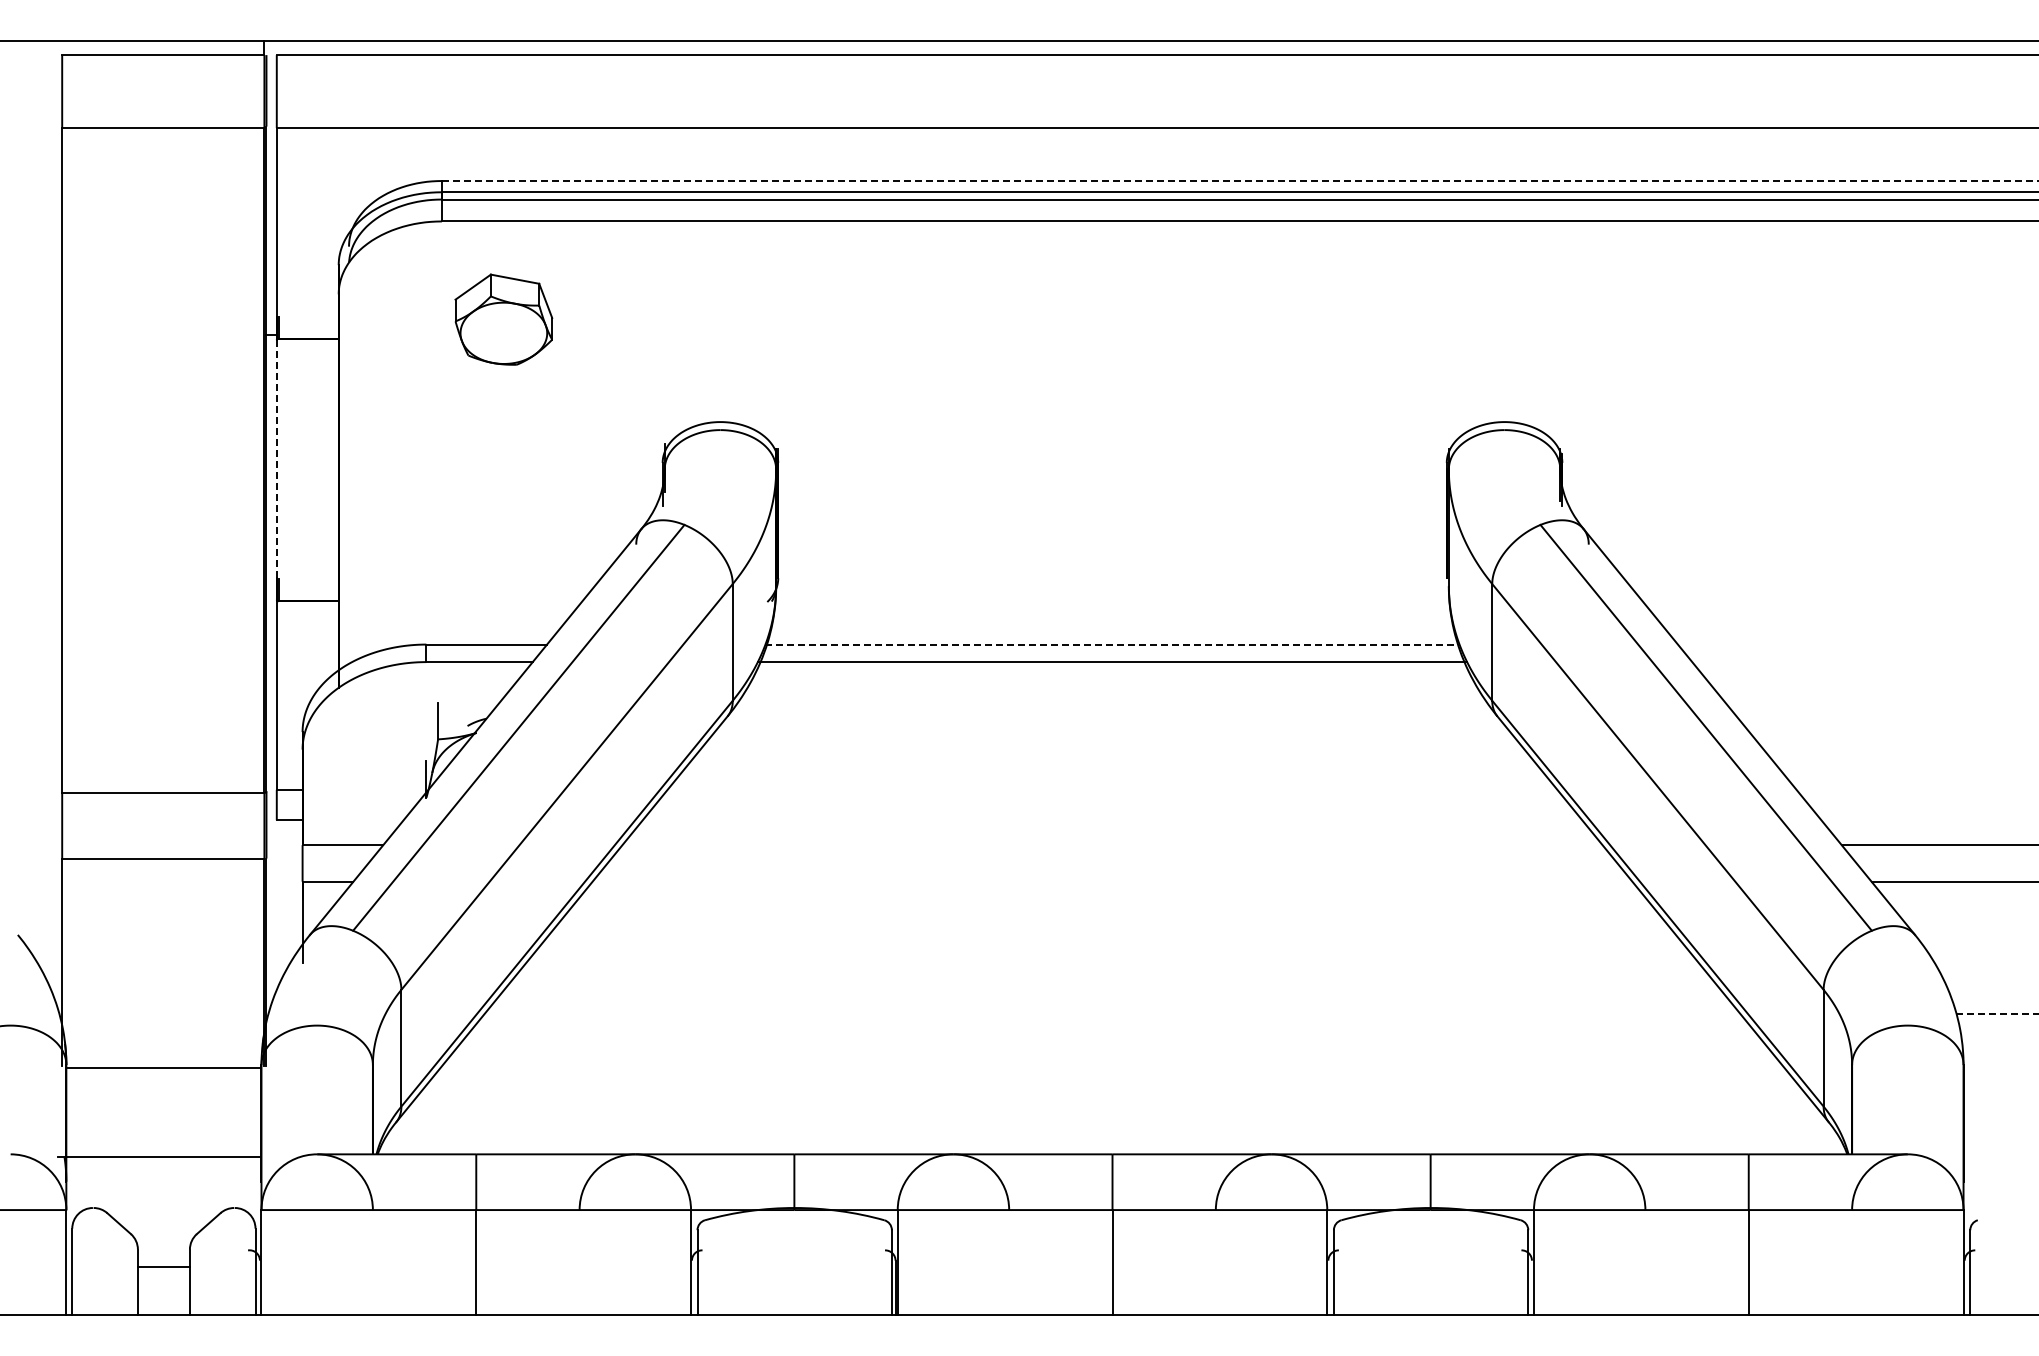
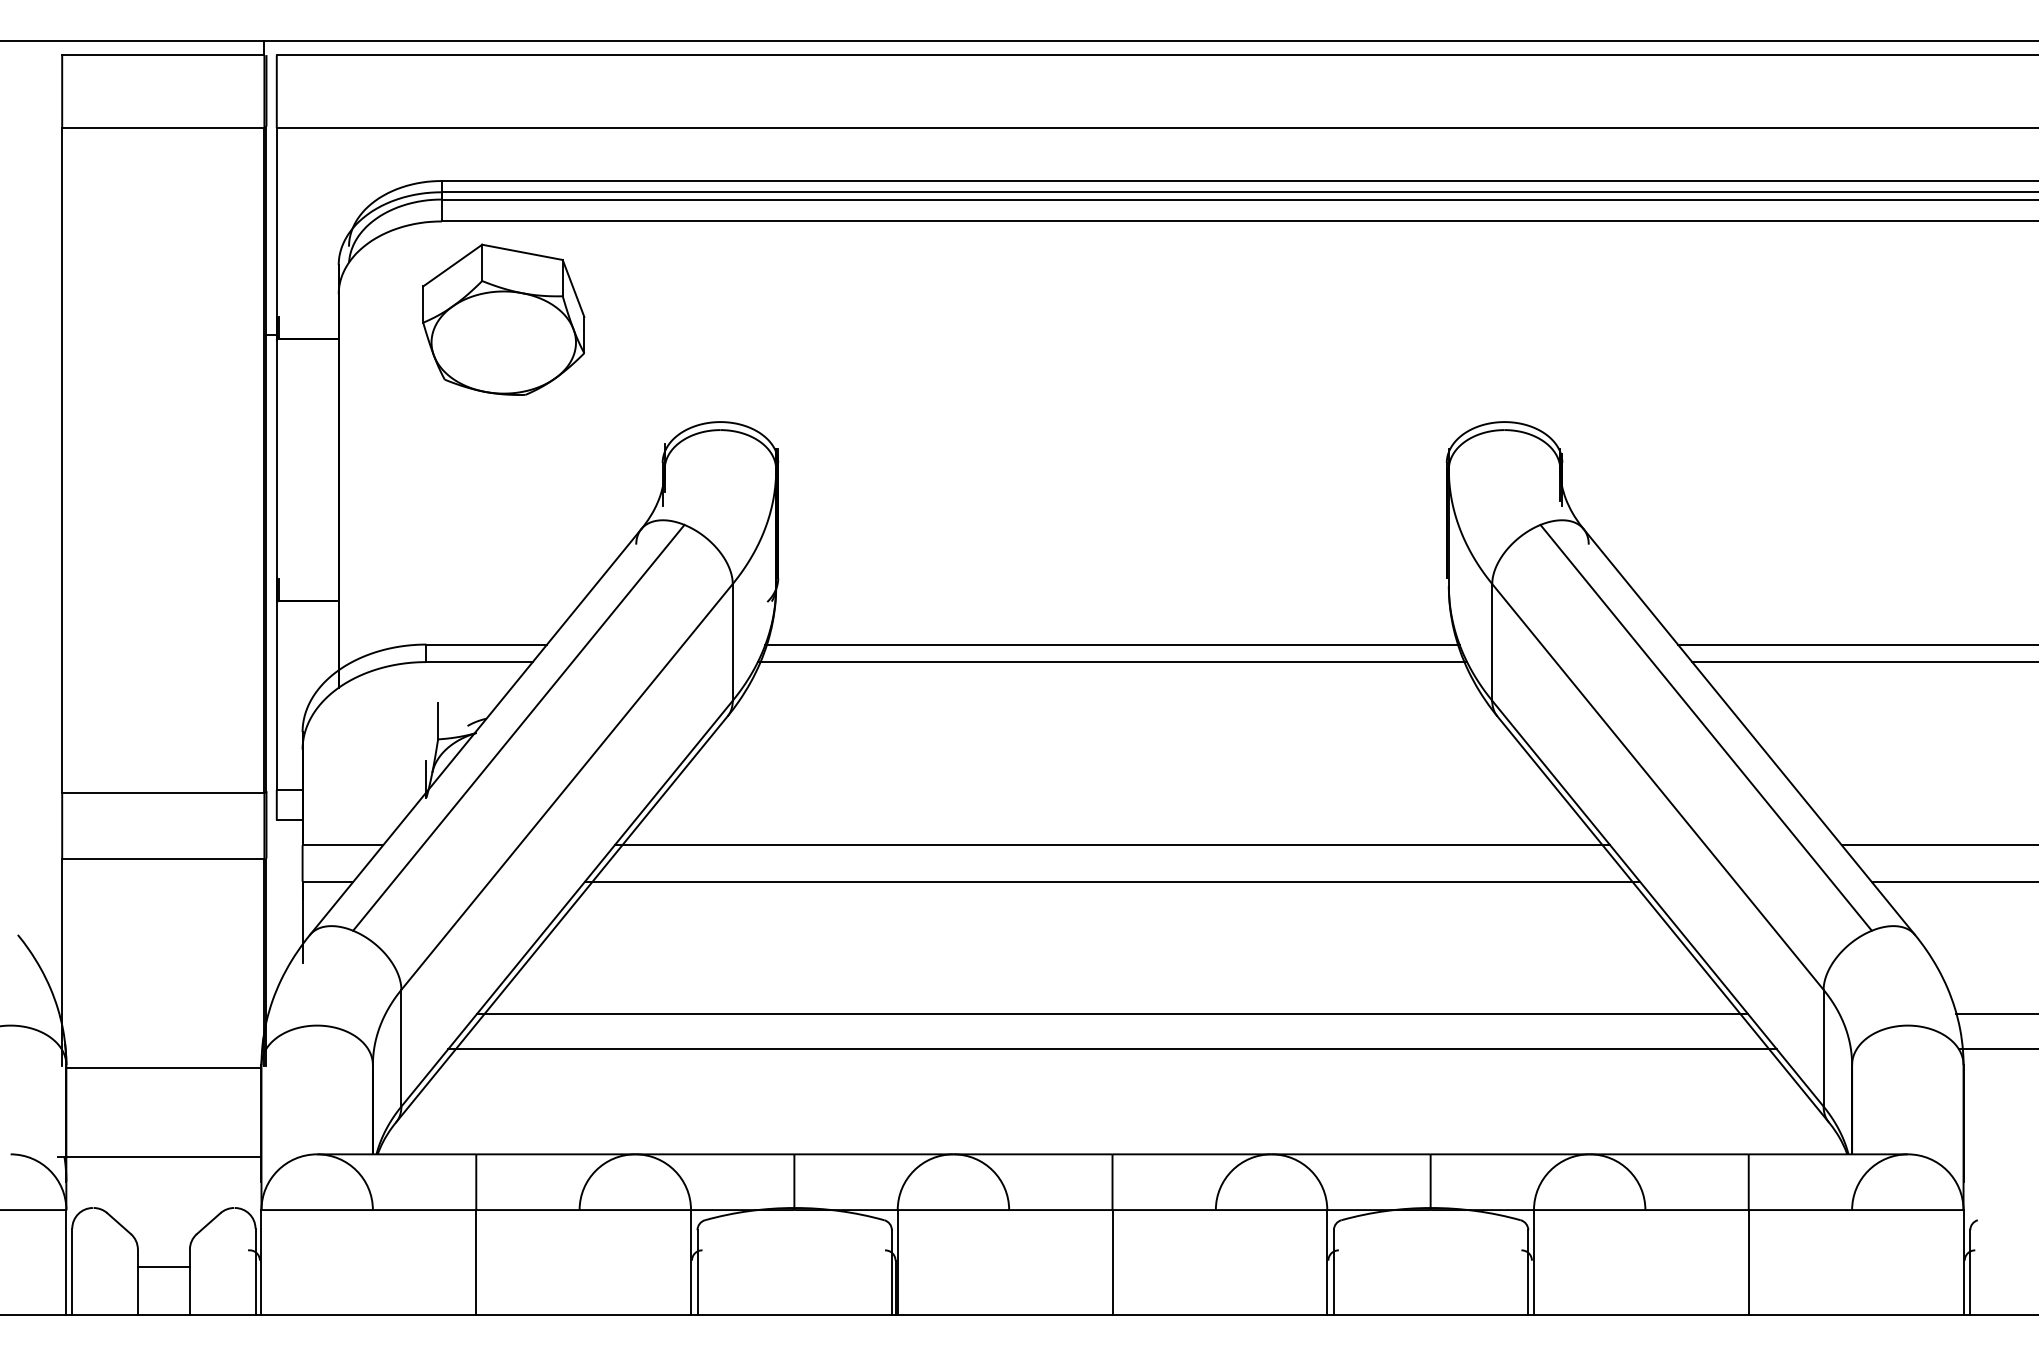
line at (1240, 181): dashed -> solid
part at (503, 319) size: 100x93 px -> 164x153 px
line at (276, 469): dashed -> solid
line at (1113, 644): dashed -> solid
line at (1856, 644): none -> present
line at (1863, 662): none -> present
line at (1112, 845): none -> present
line at (1112, 881): none -> present
line at (1112, 1013): none -> present
line at (1997, 1013): dashed -> solid
line at (1112, 1049): none -> present
line at (1996, 1049): none -> present
